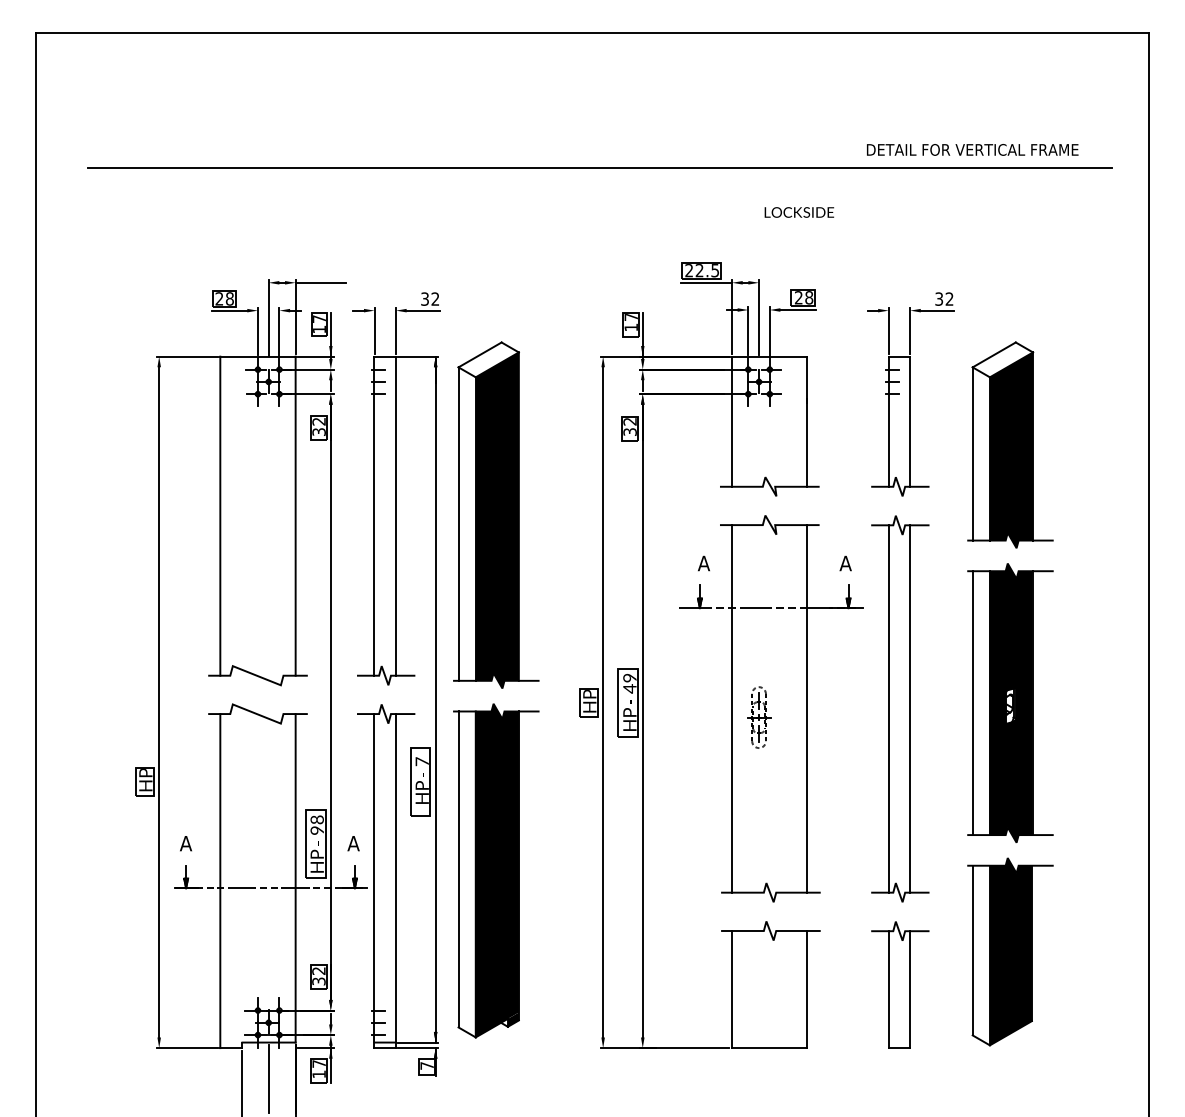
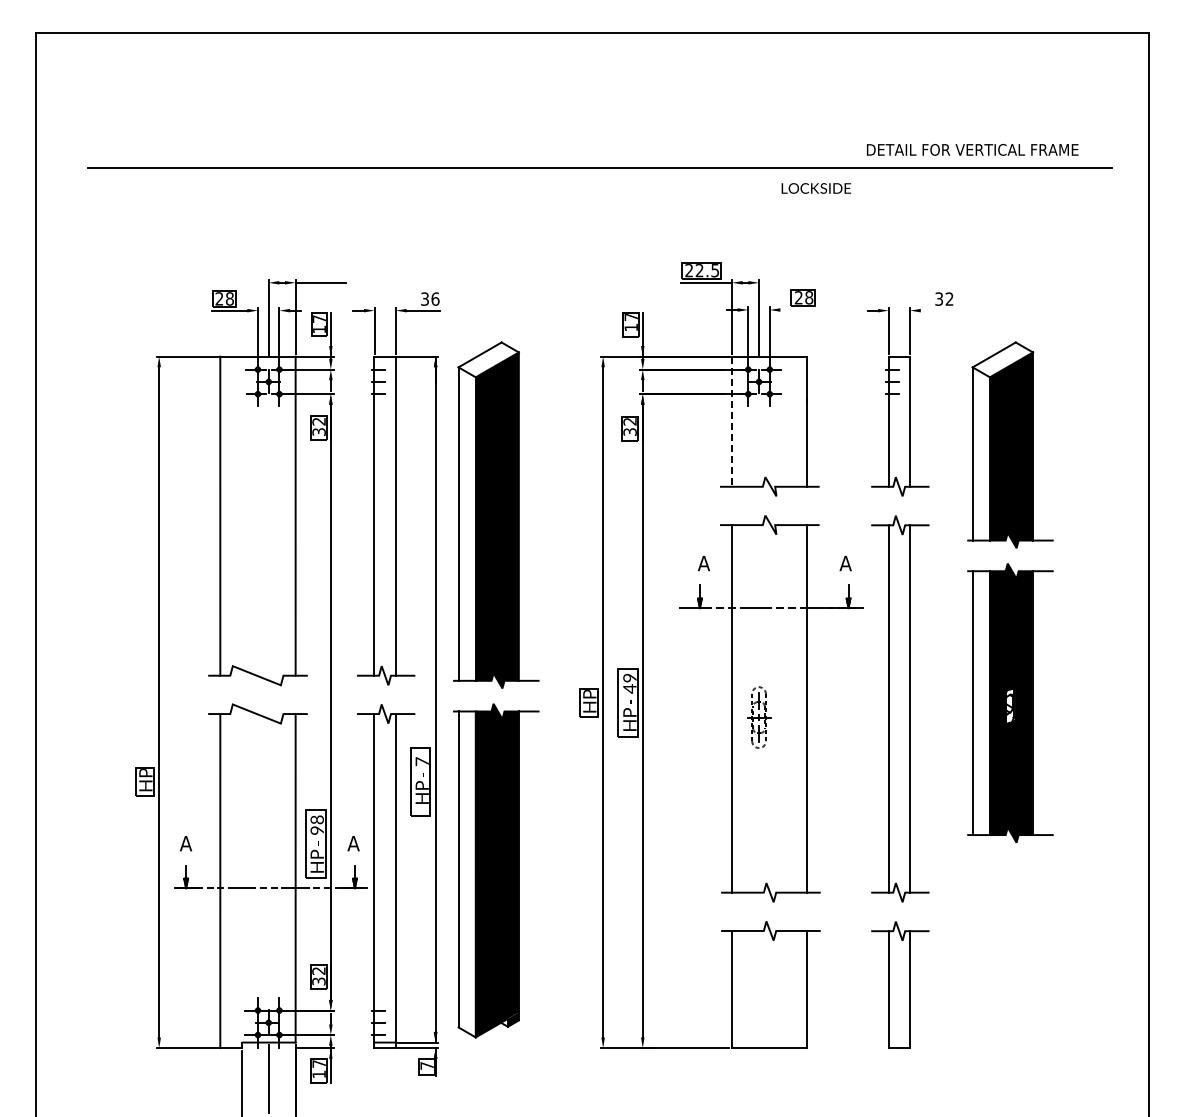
text at (799, 212) position: (799, 212) -> (816, 188)
text at (435, 298): 32 -> 36
line at (797, 310): present -> none
line at (937, 310): present -> none
line at (732, 422): solid -> dashed
part at (1010, 951): present -> none
